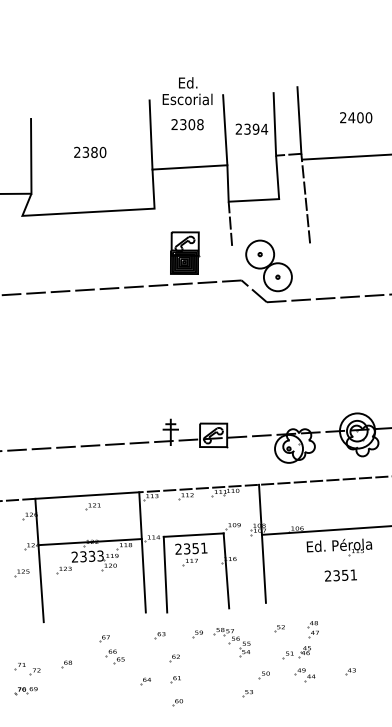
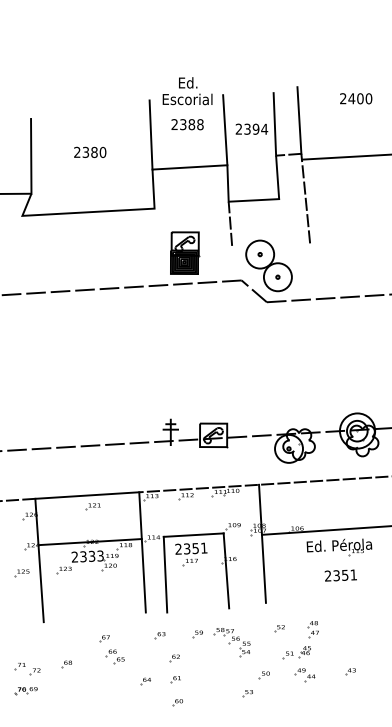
text at (356, 117) position: (356, 117) -> (356, 98)
text at (191, 124): 2308 -> 2388
